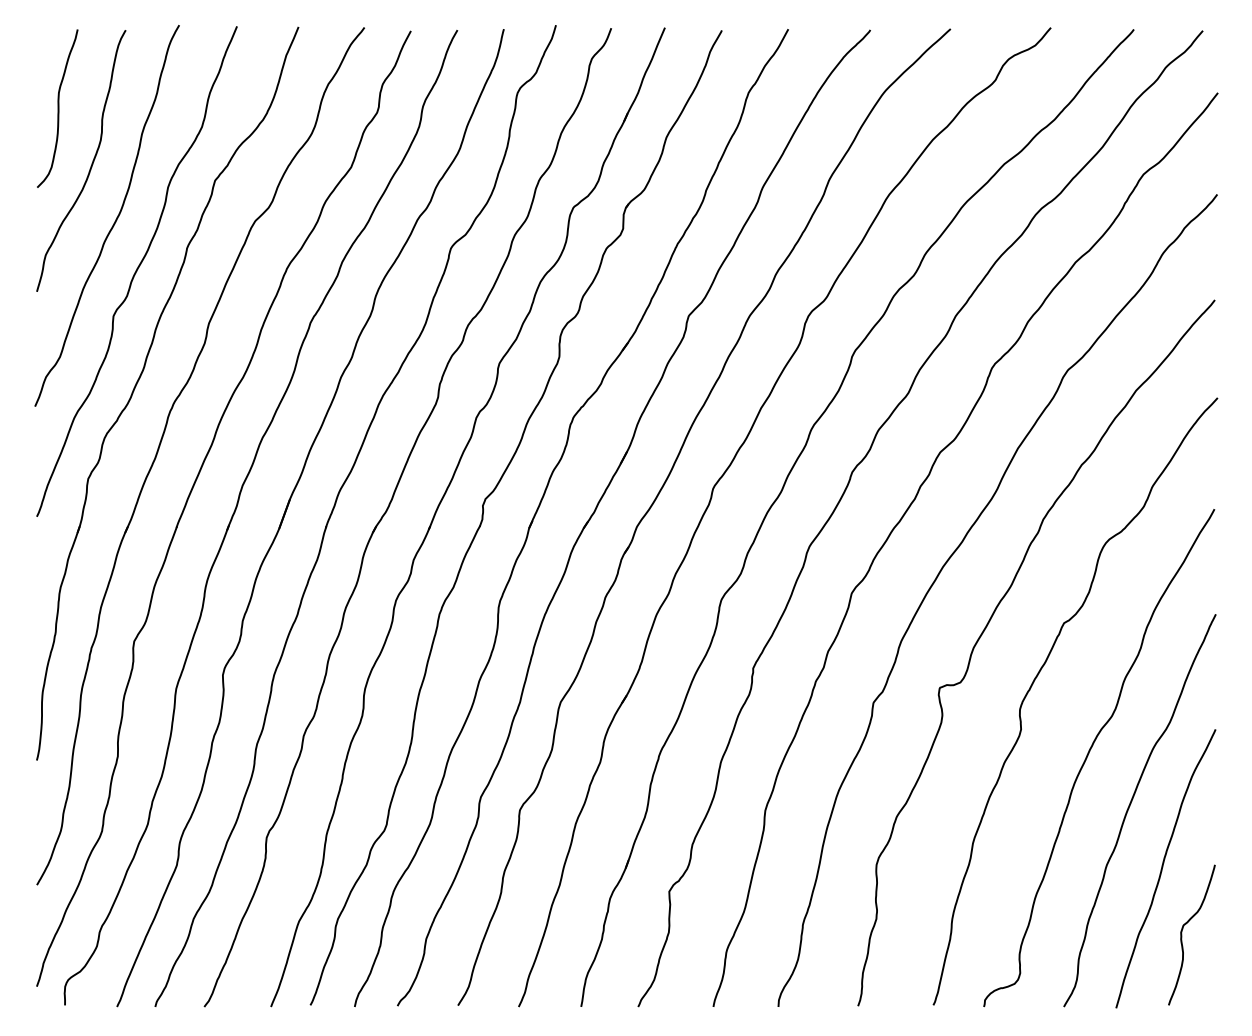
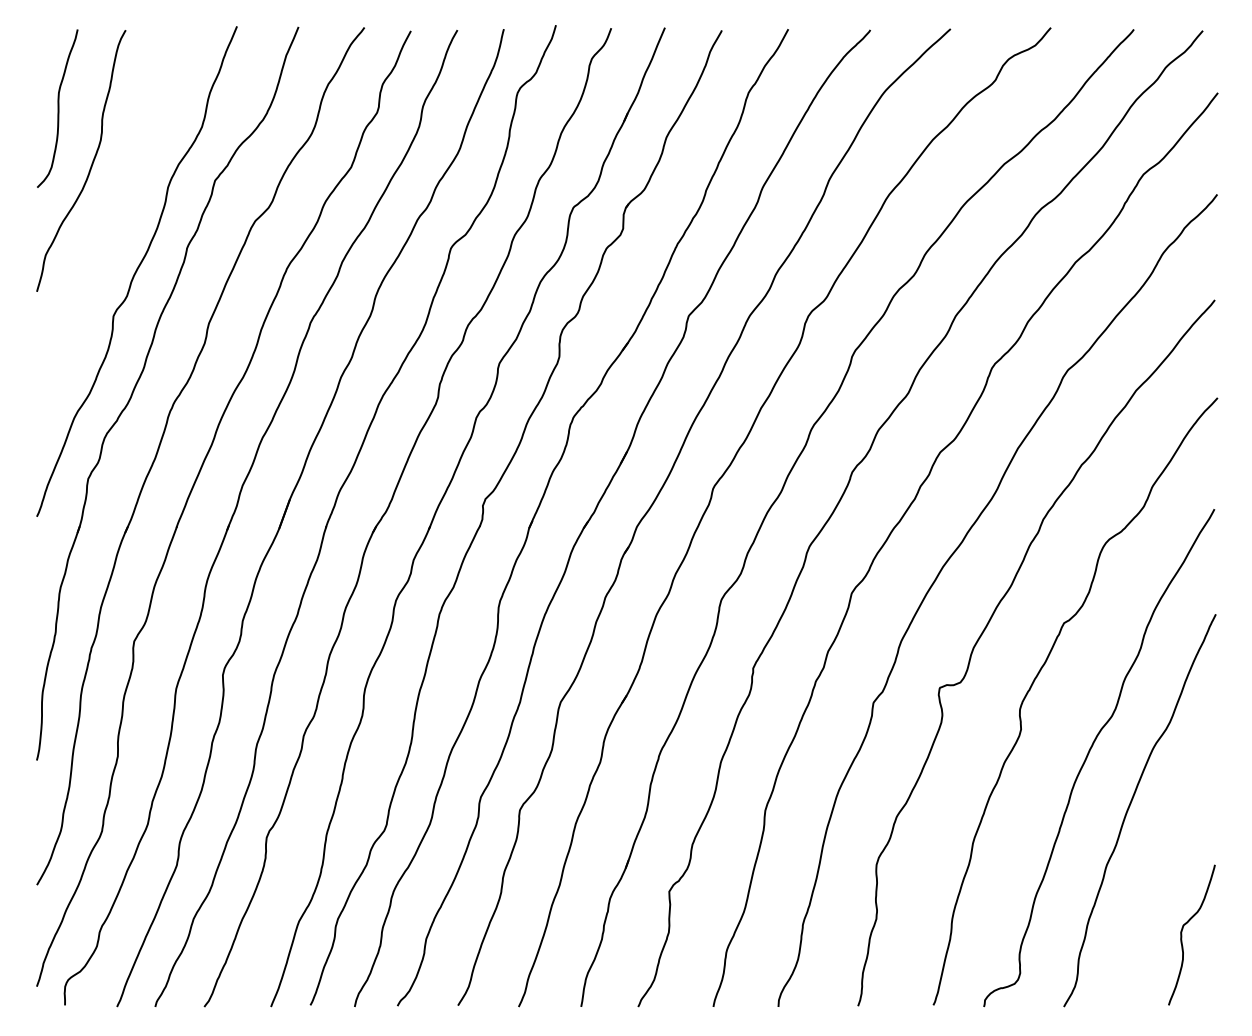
curve at (115, 219): present -> none
curve at (1163, 867): present -> none
